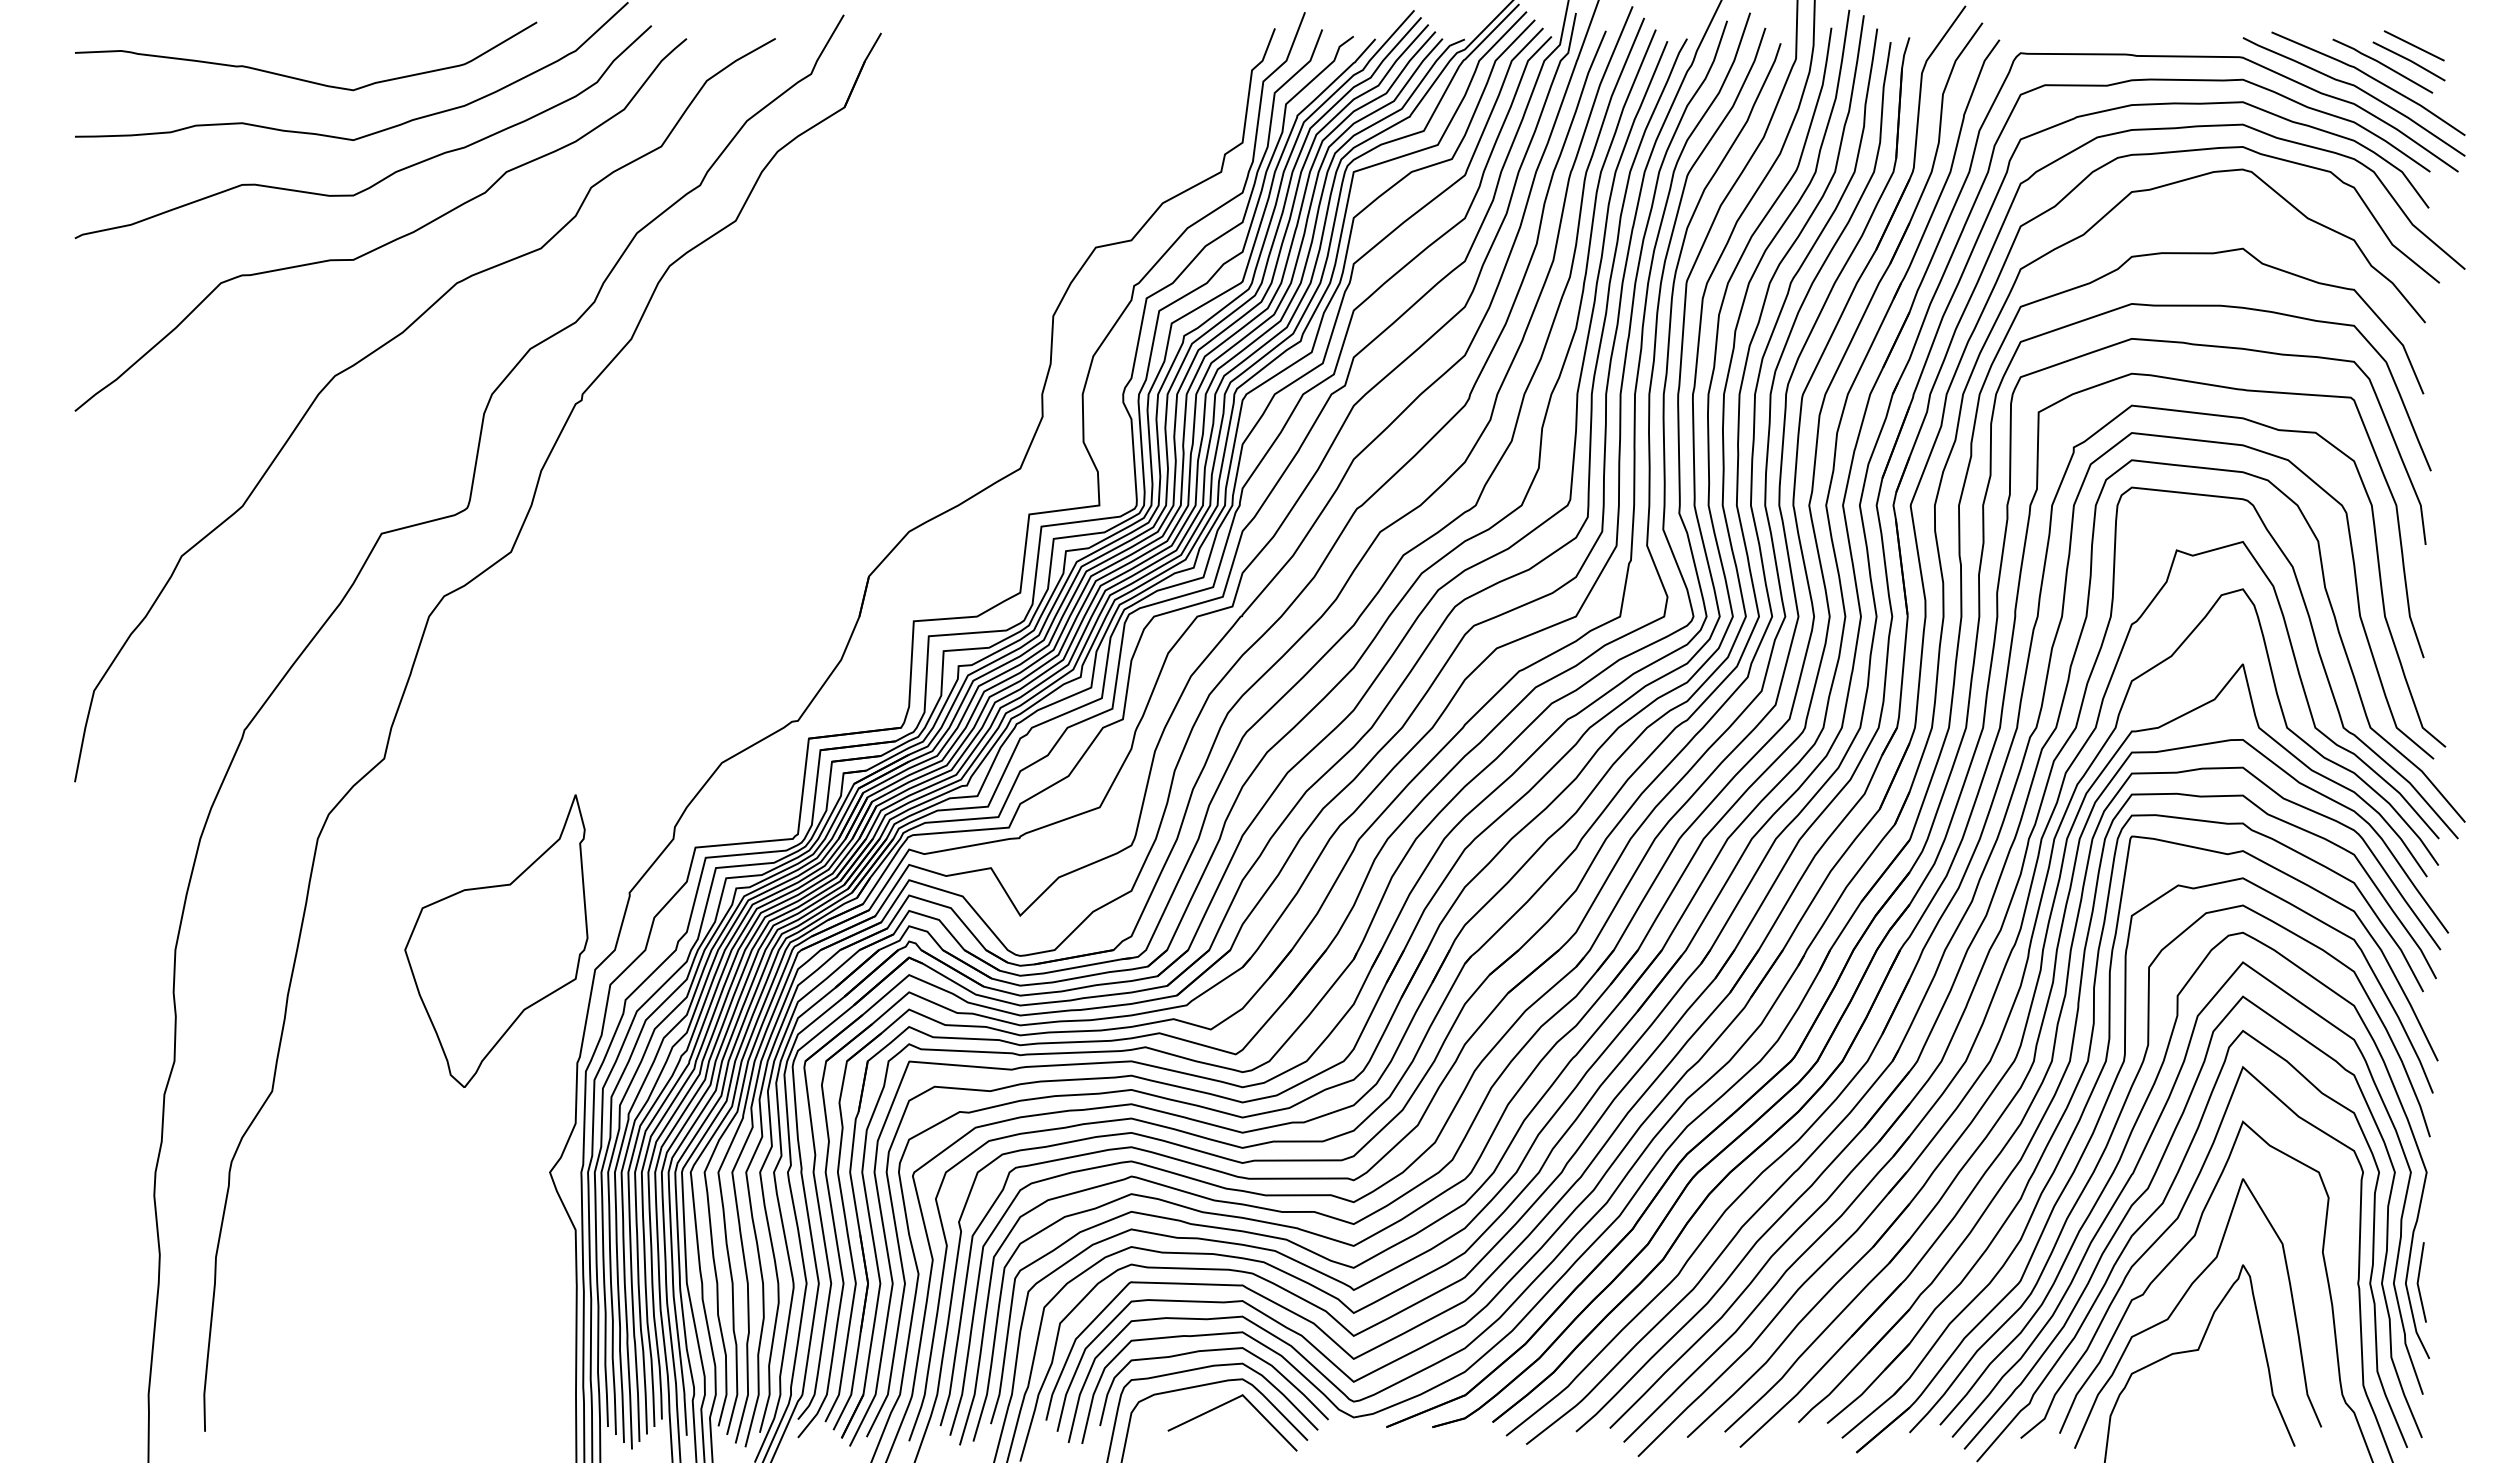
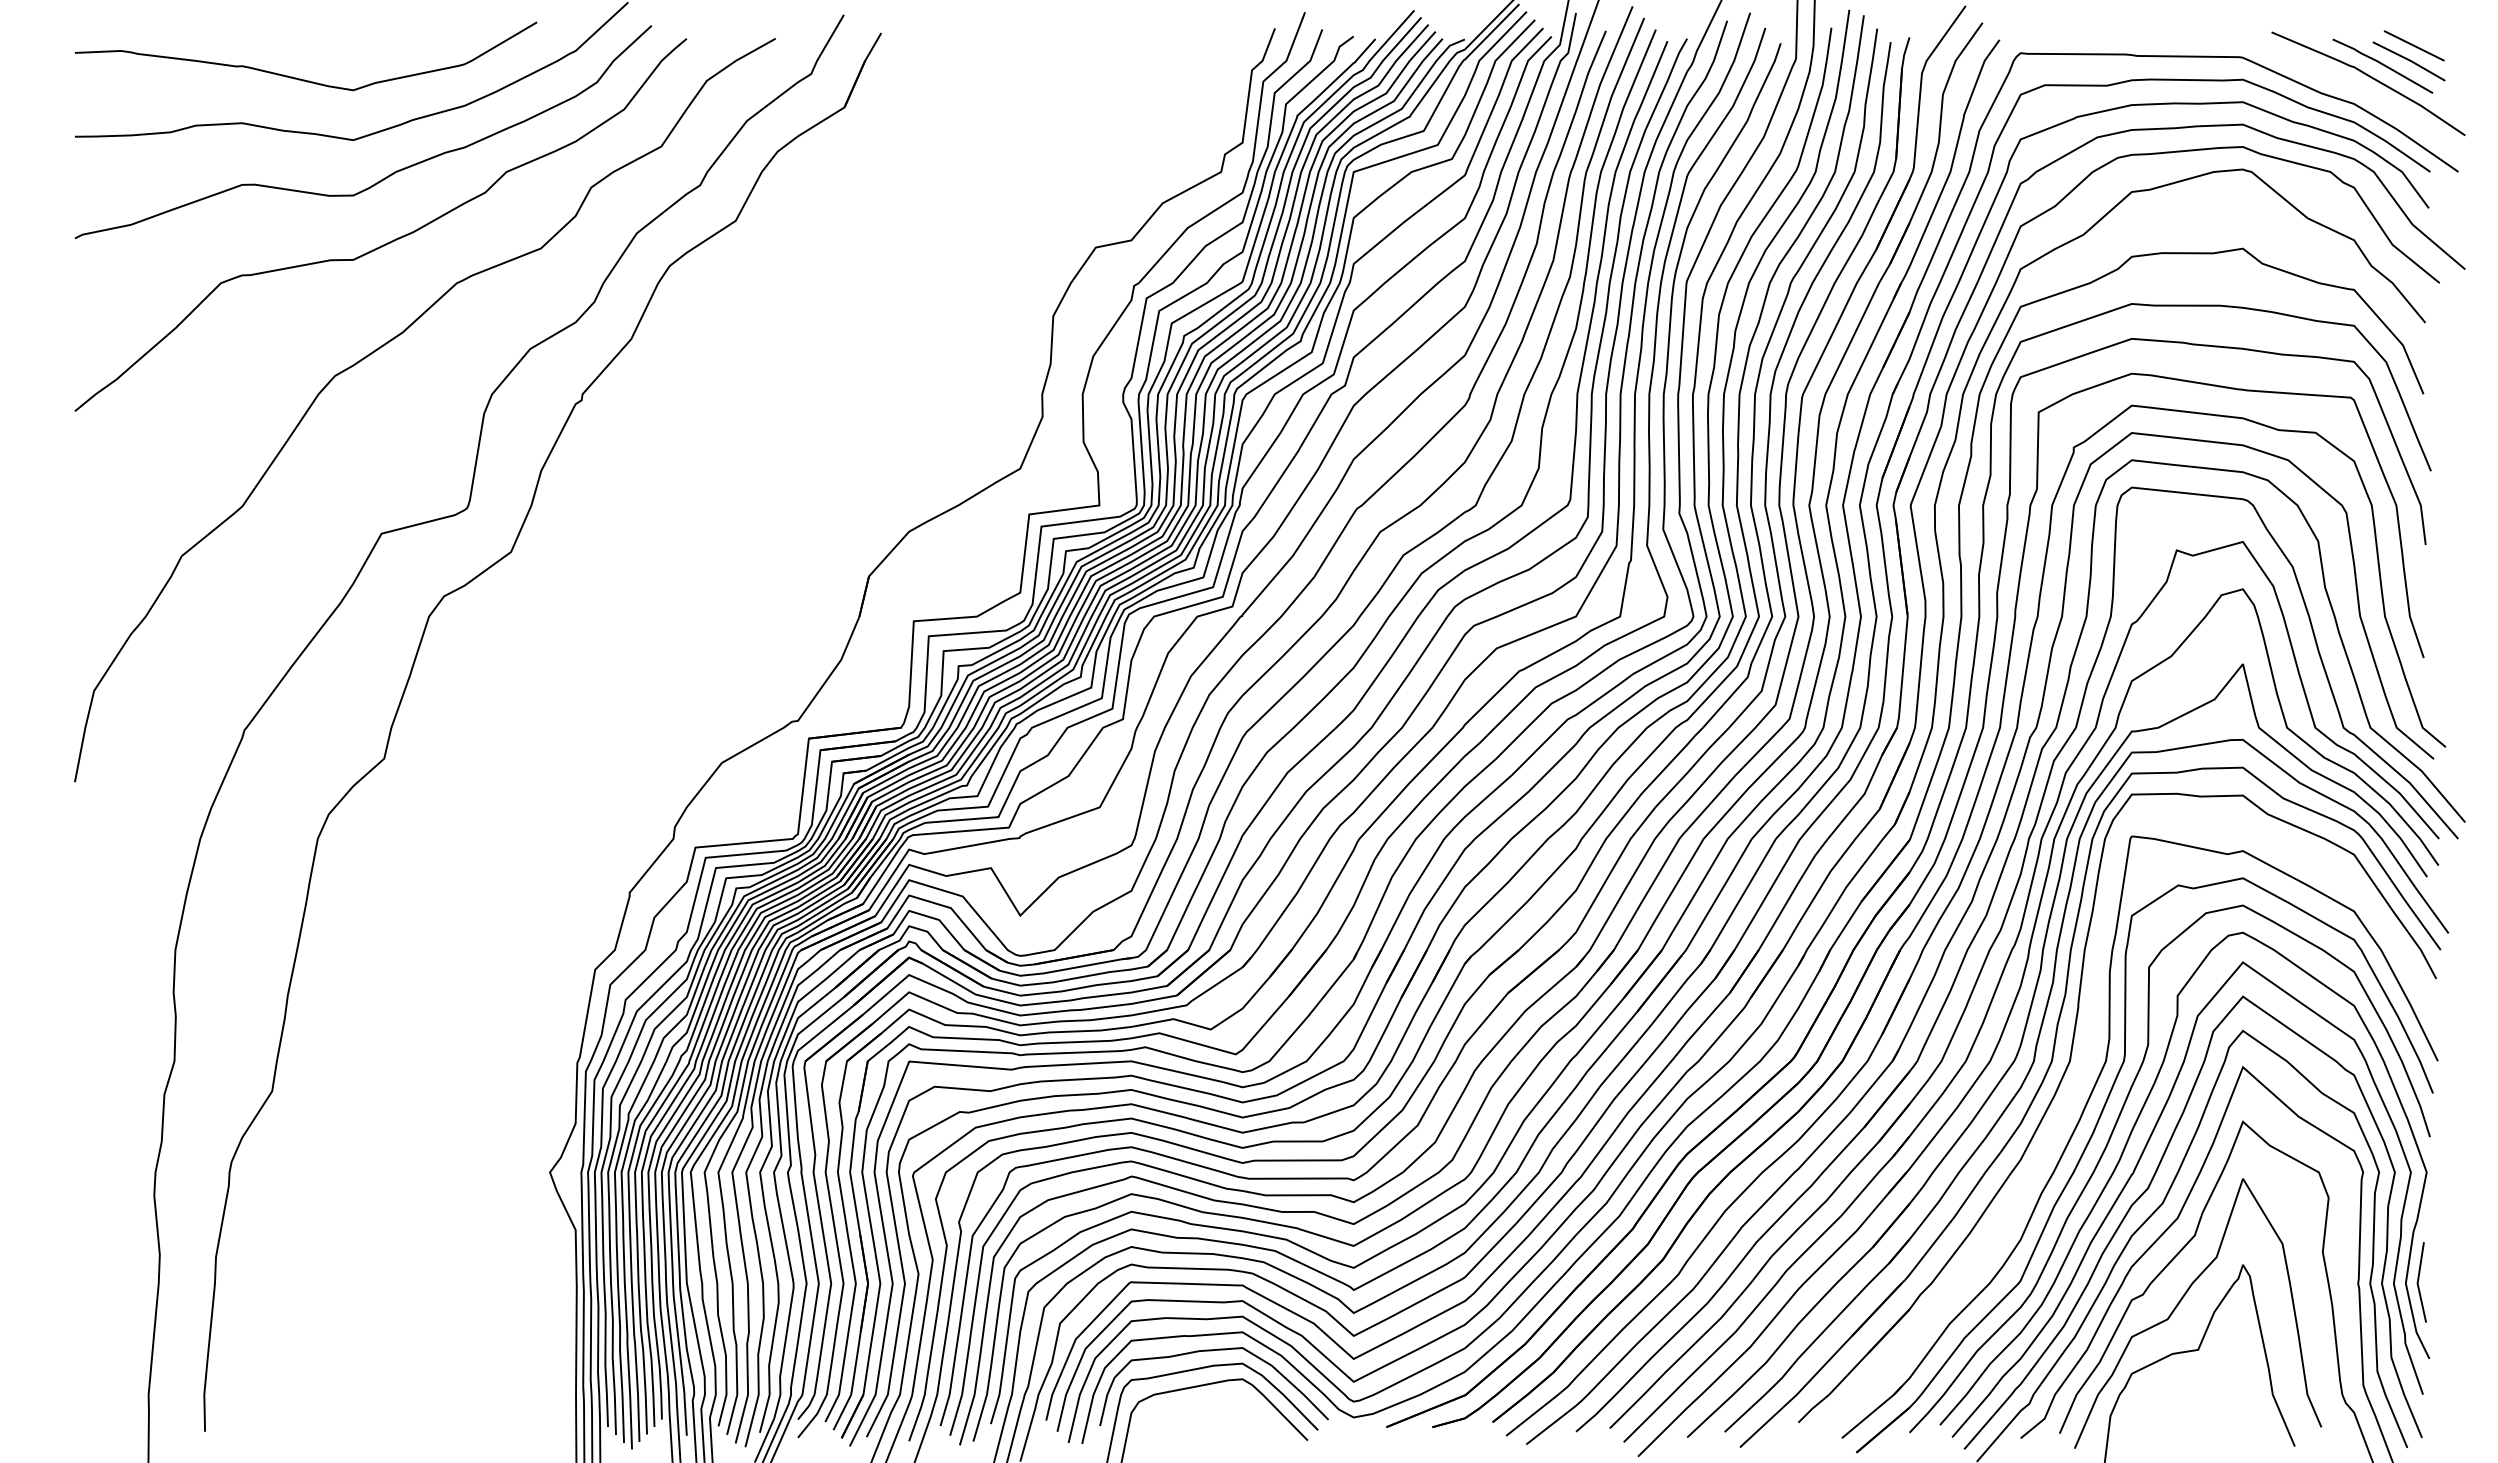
curve at (2358, 89): present -> none
part at (496, 940): present -> none
part at (2072, 1098): present -> none
line at (1223, 1405): present -> none
